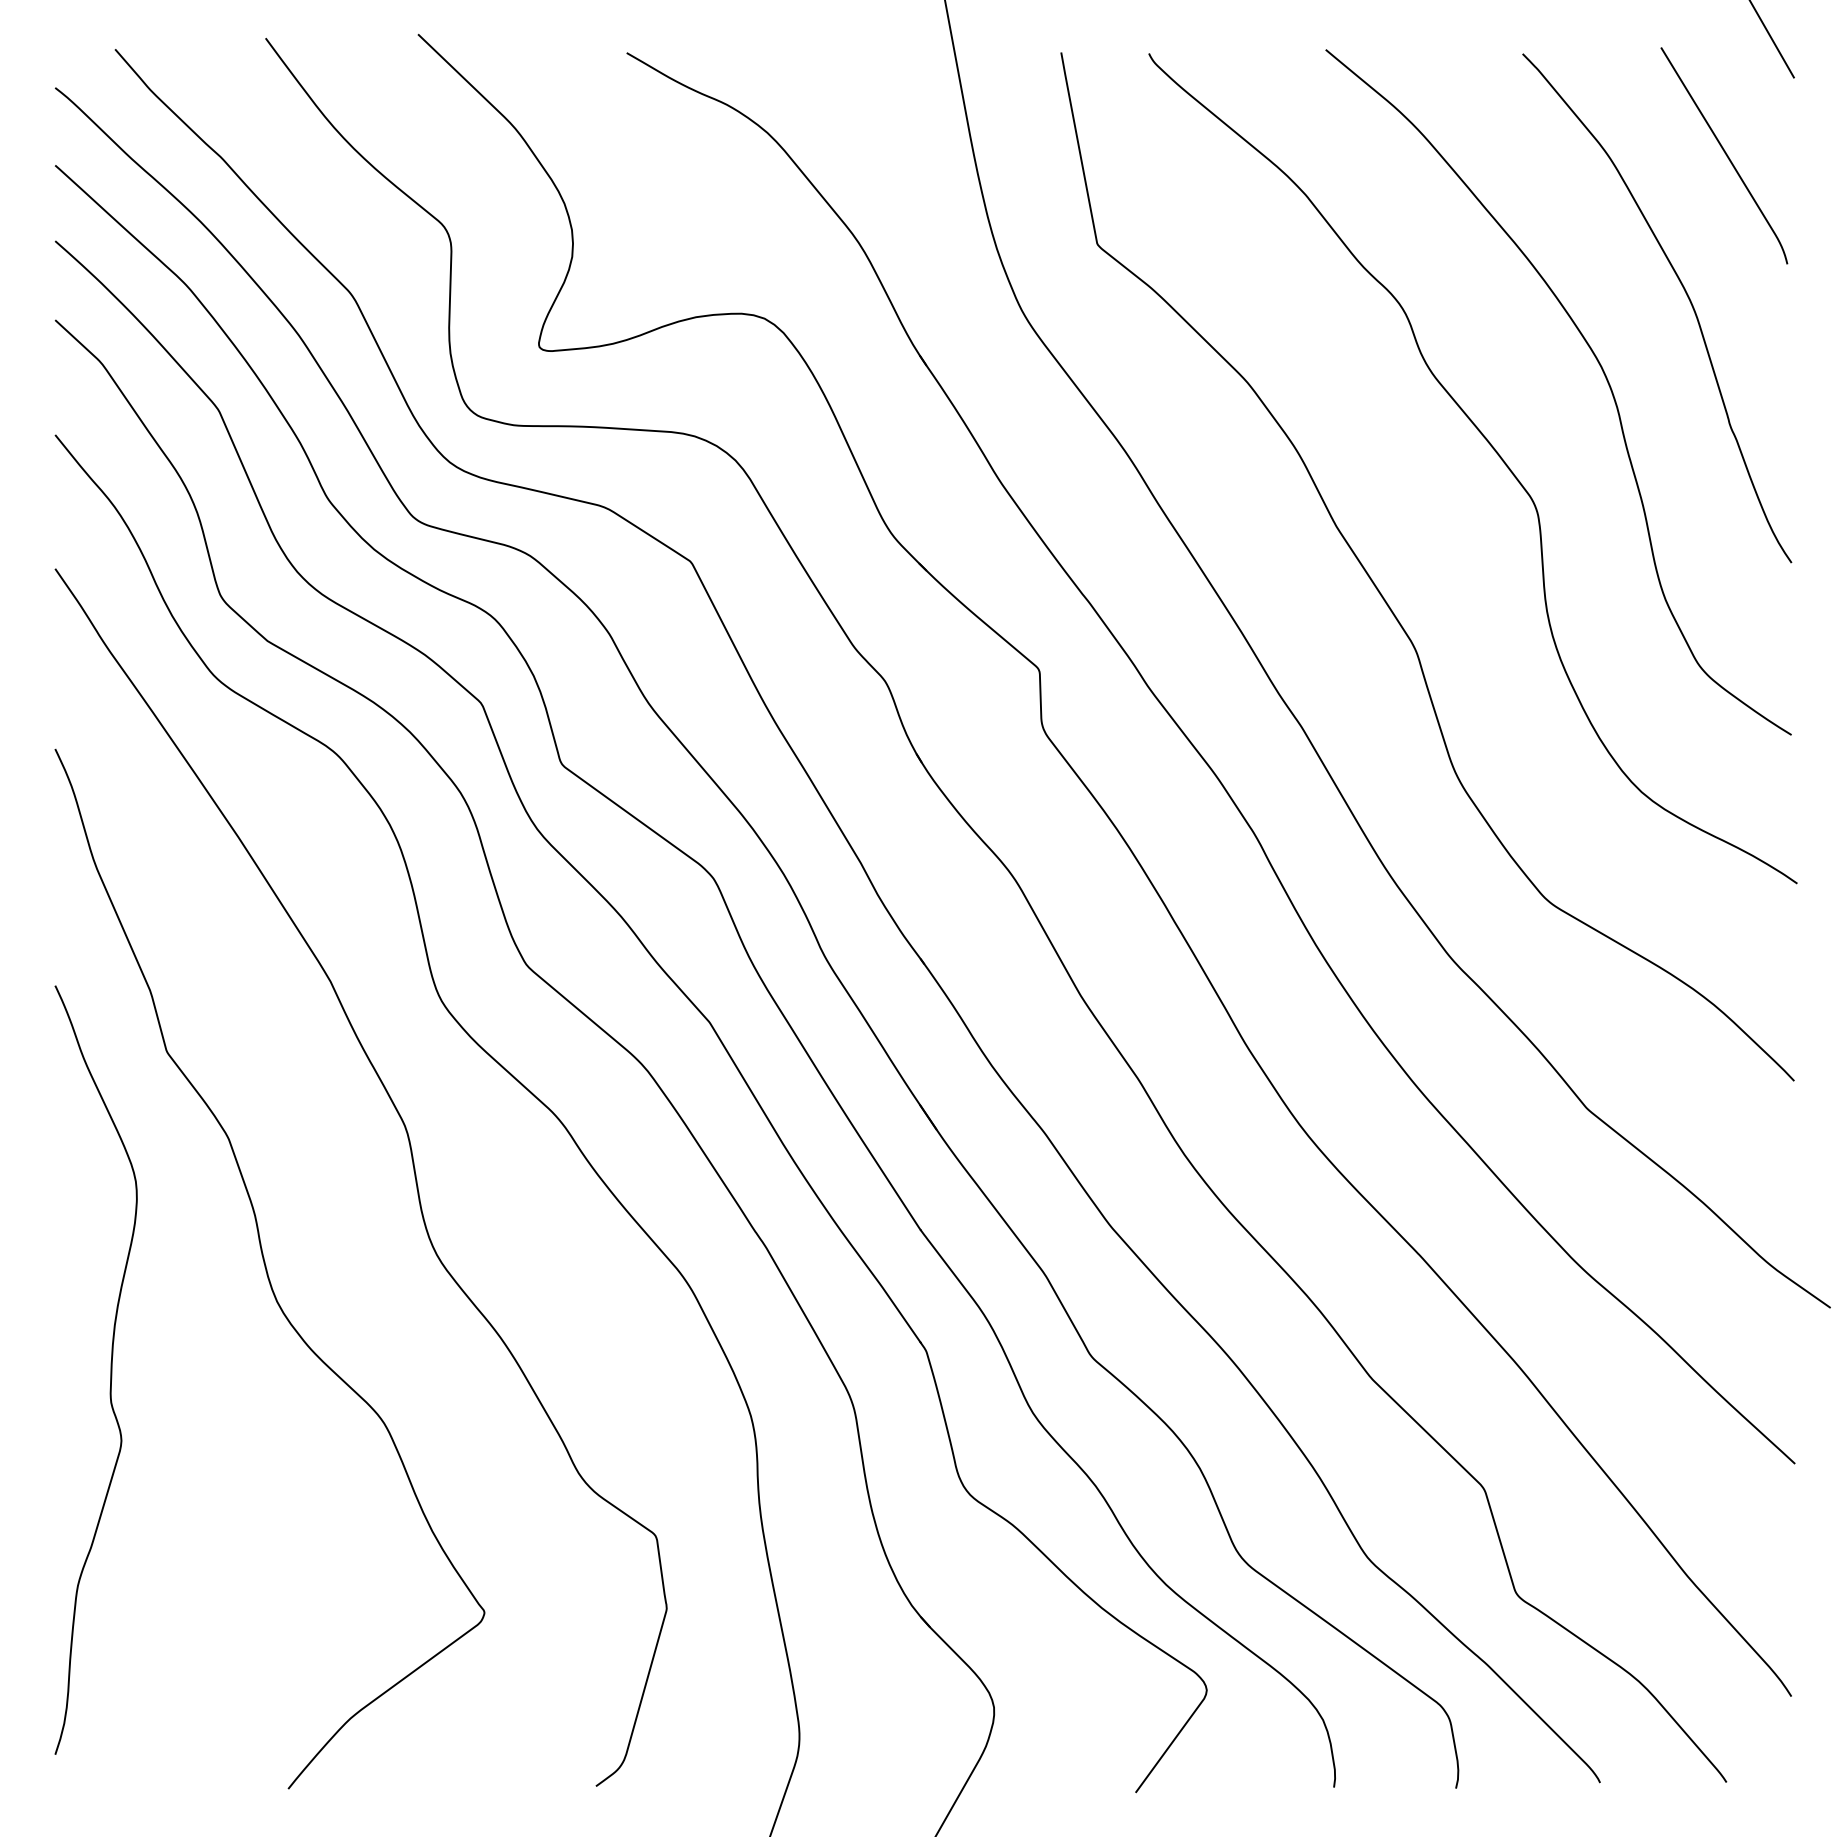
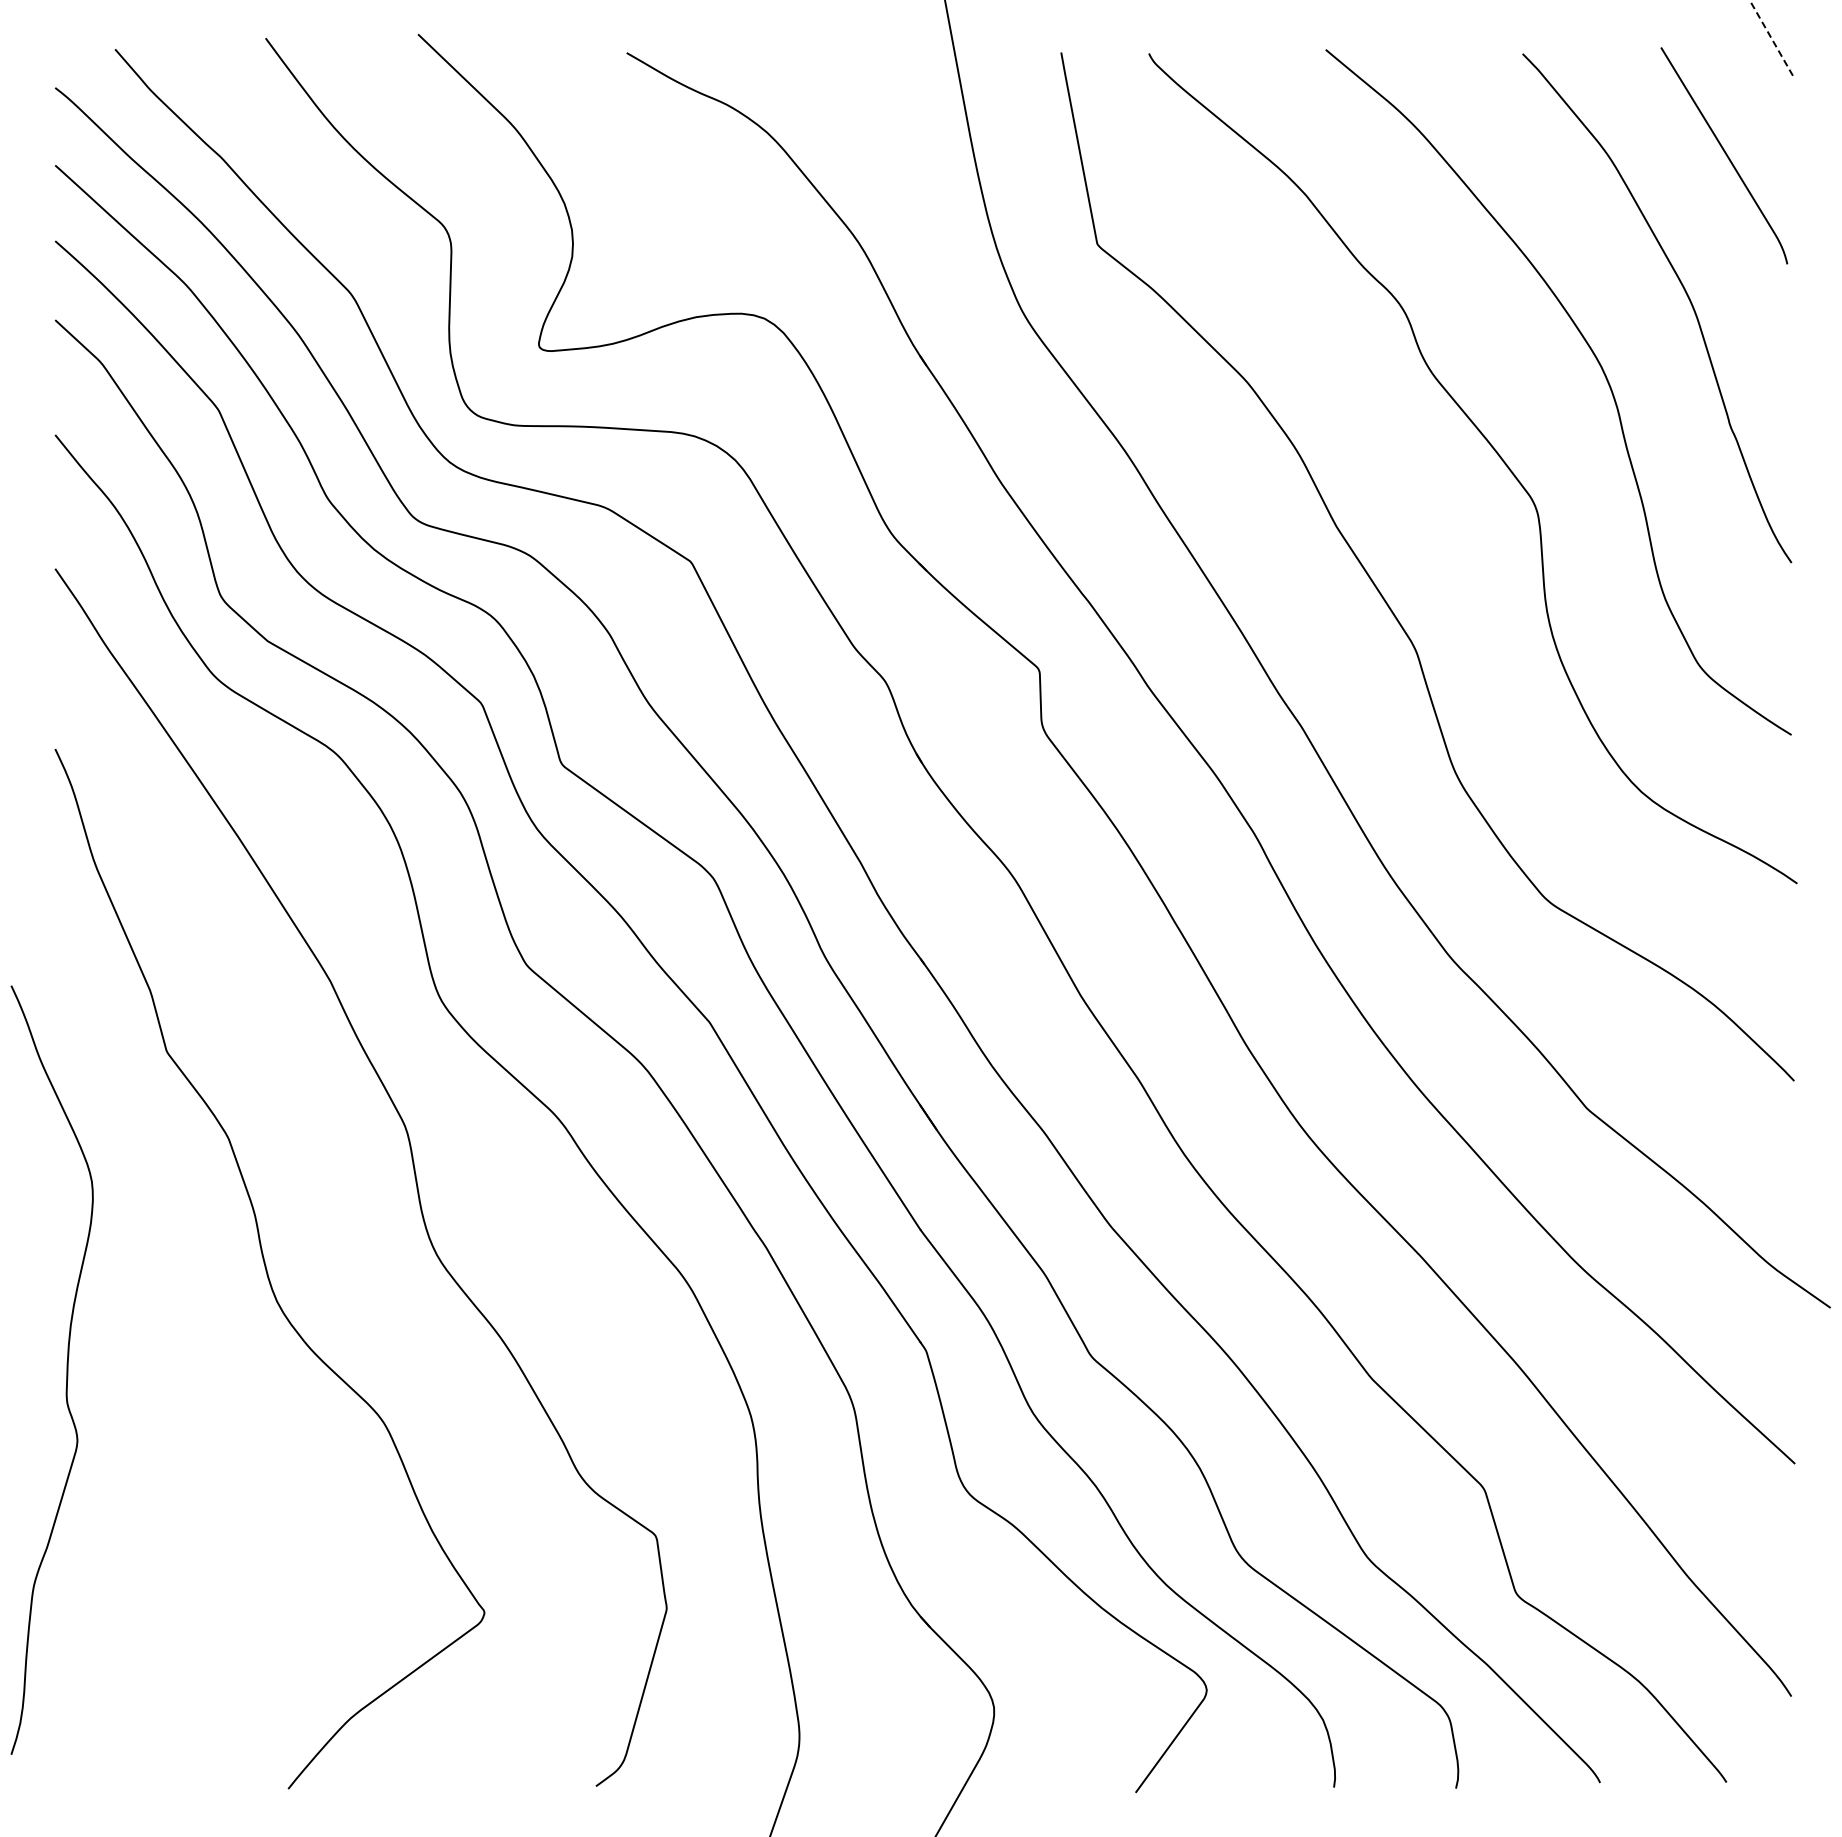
line at (1772, 39): solid -> dashed
curve at (110, 1369) position: (110, 1369) -> (66, 1369)
